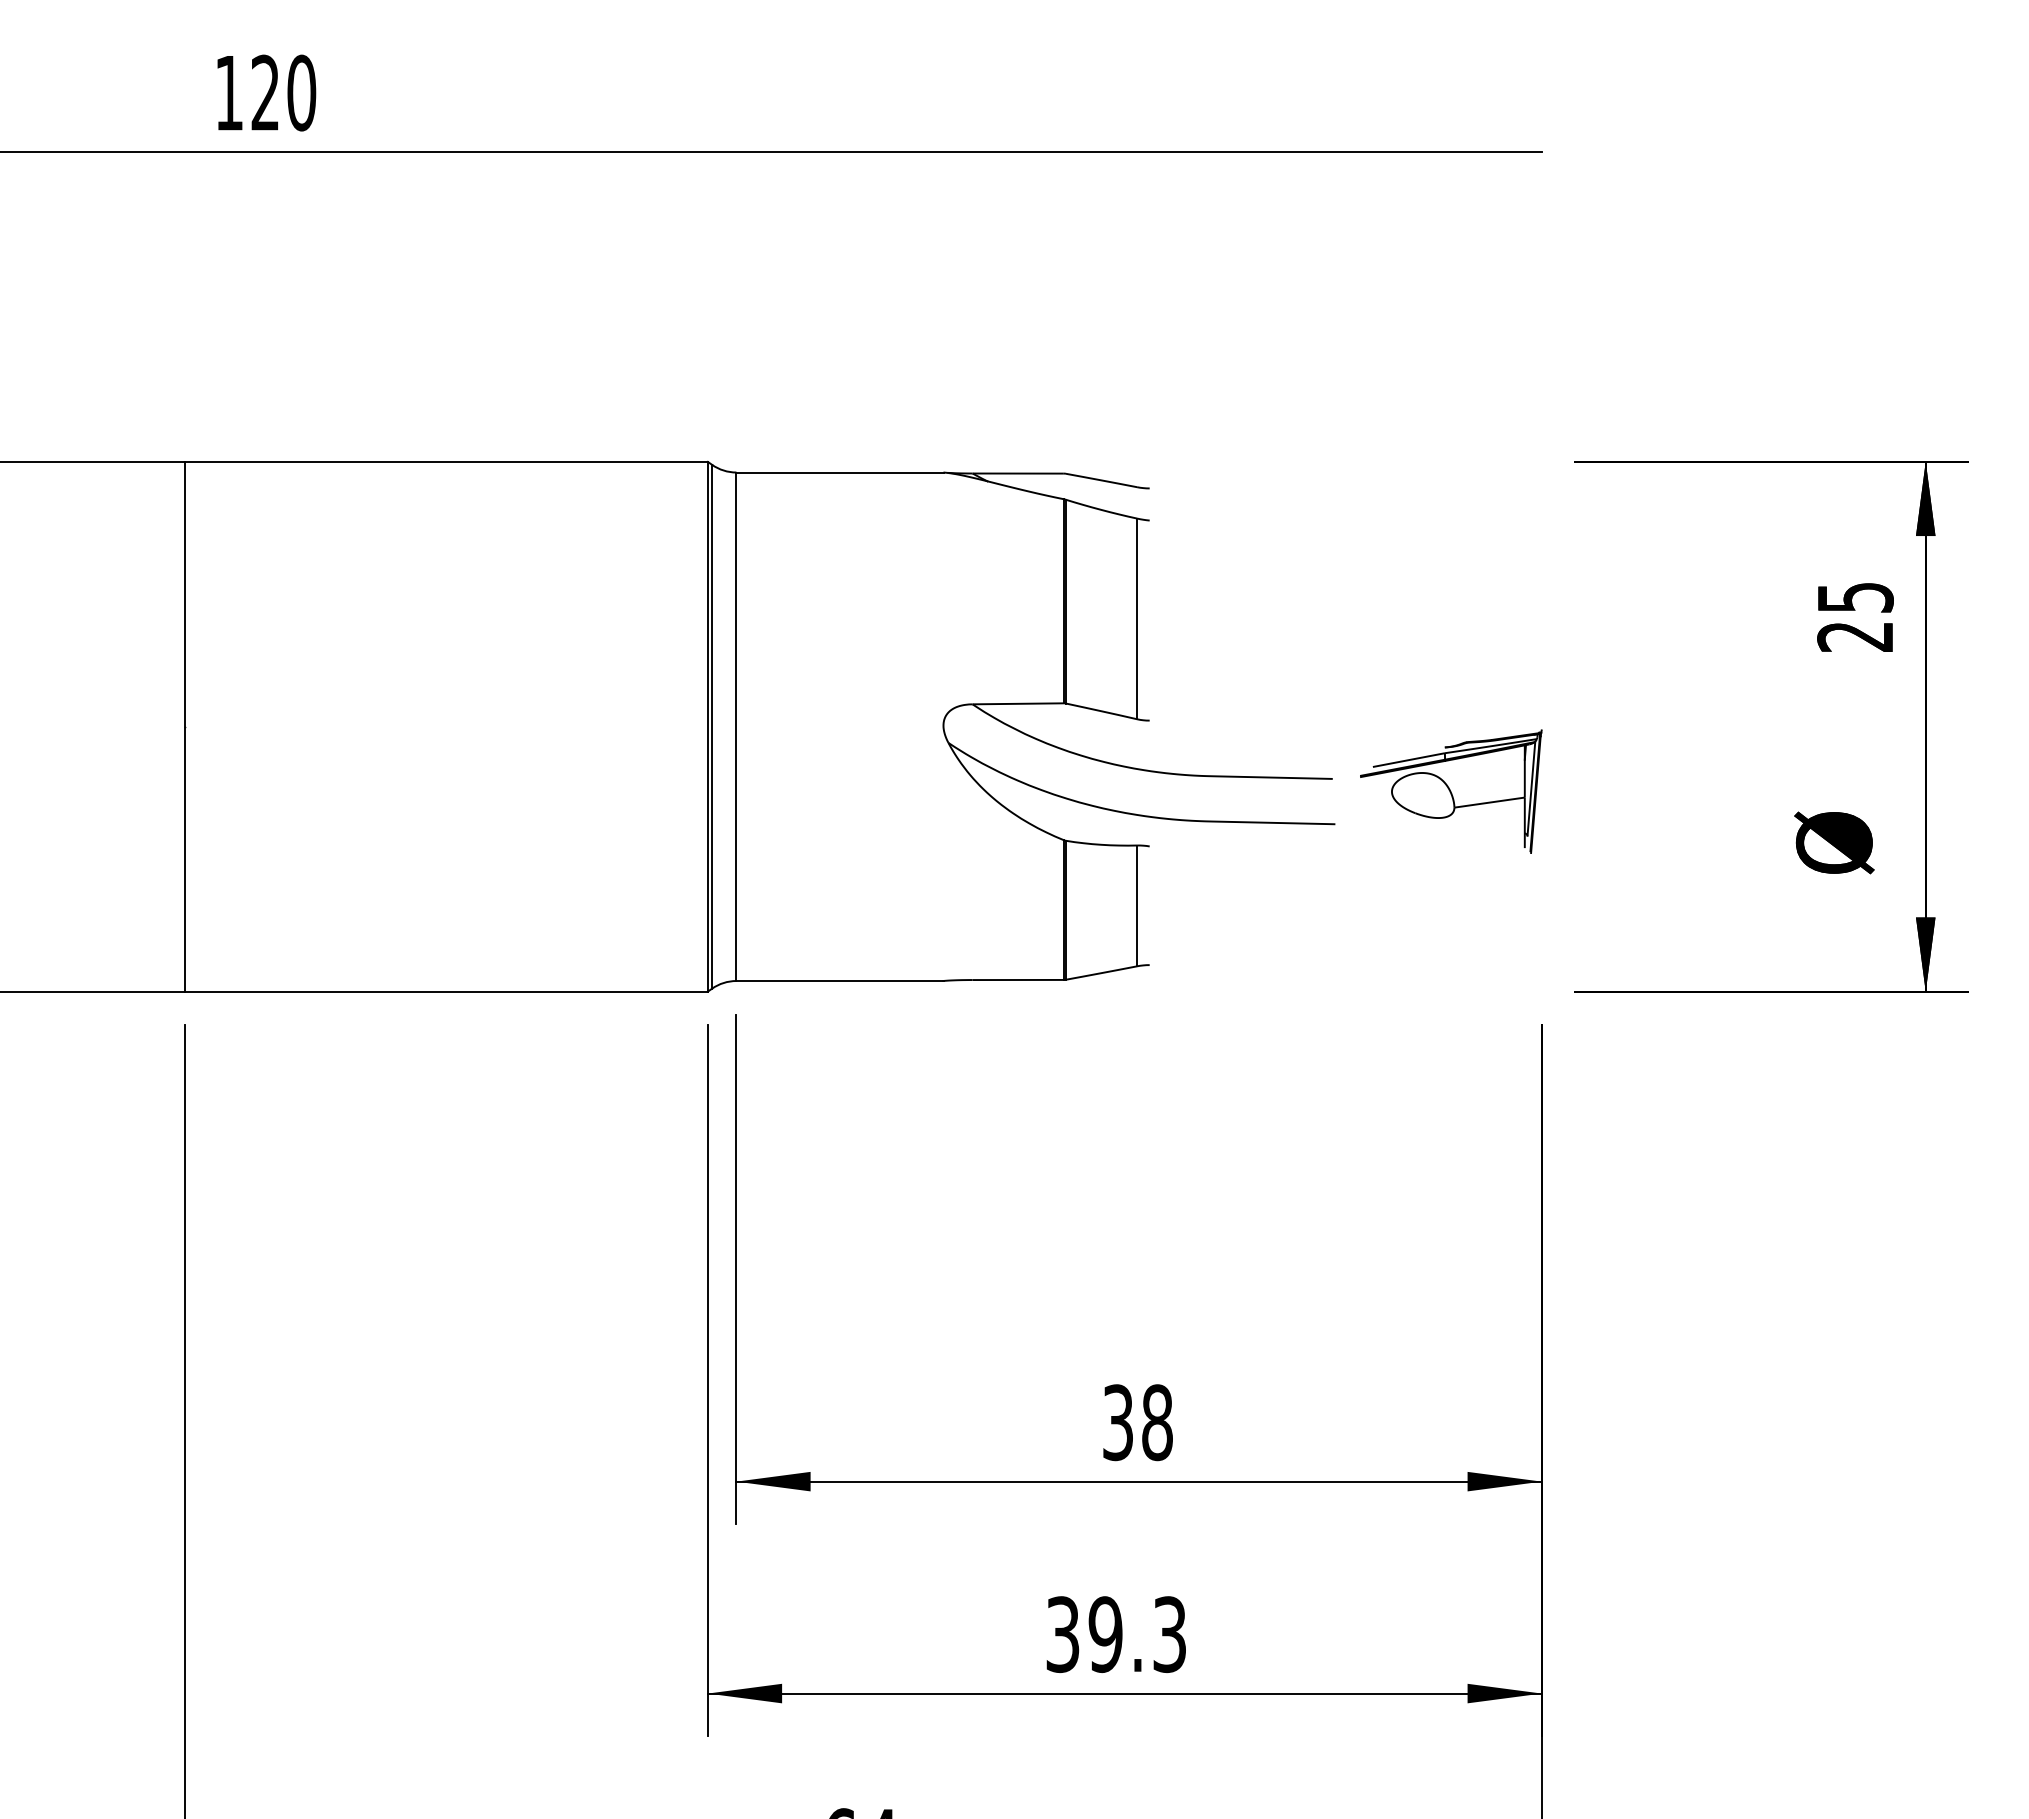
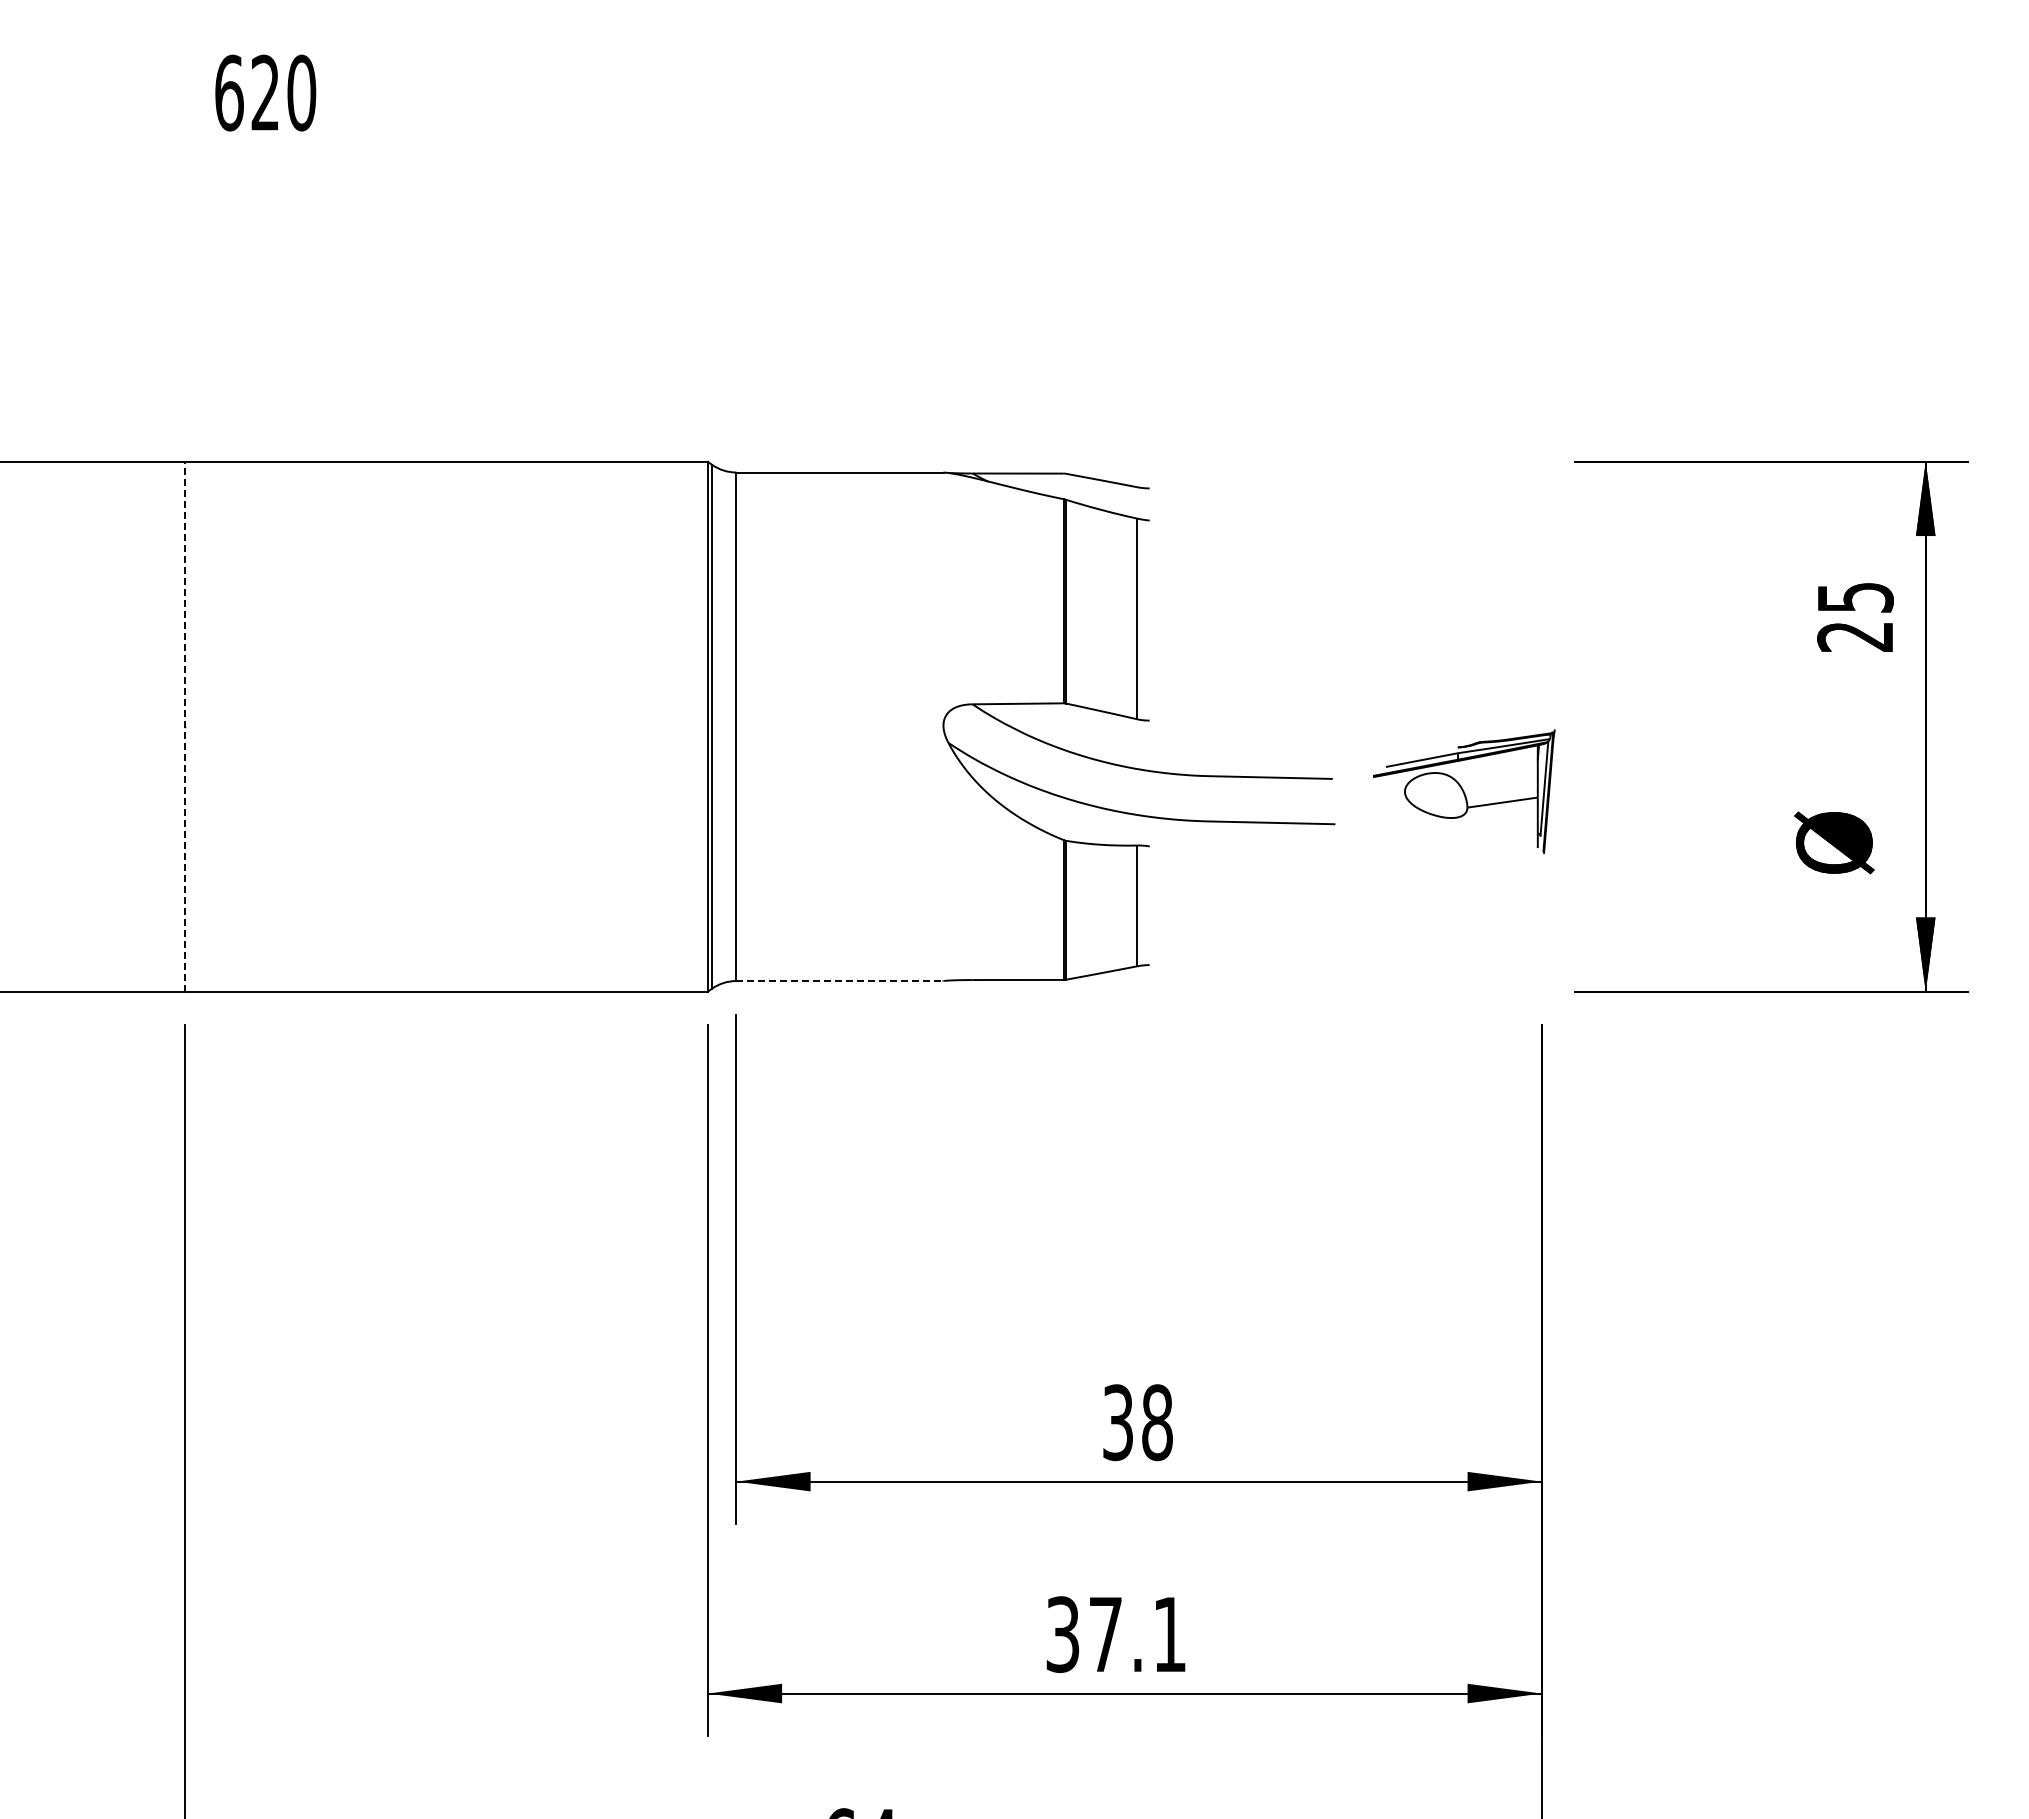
text at (229, 92): 120 -> 620
line at (771, 152): present -> none
line at (185, 726): solid -> dashed
part at (1451, 791) position: (1451, 791) -> (1464, 791)
line at (840, 981): solid -> dashed
text at (1136, 1634): 39.3 -> 37.1
